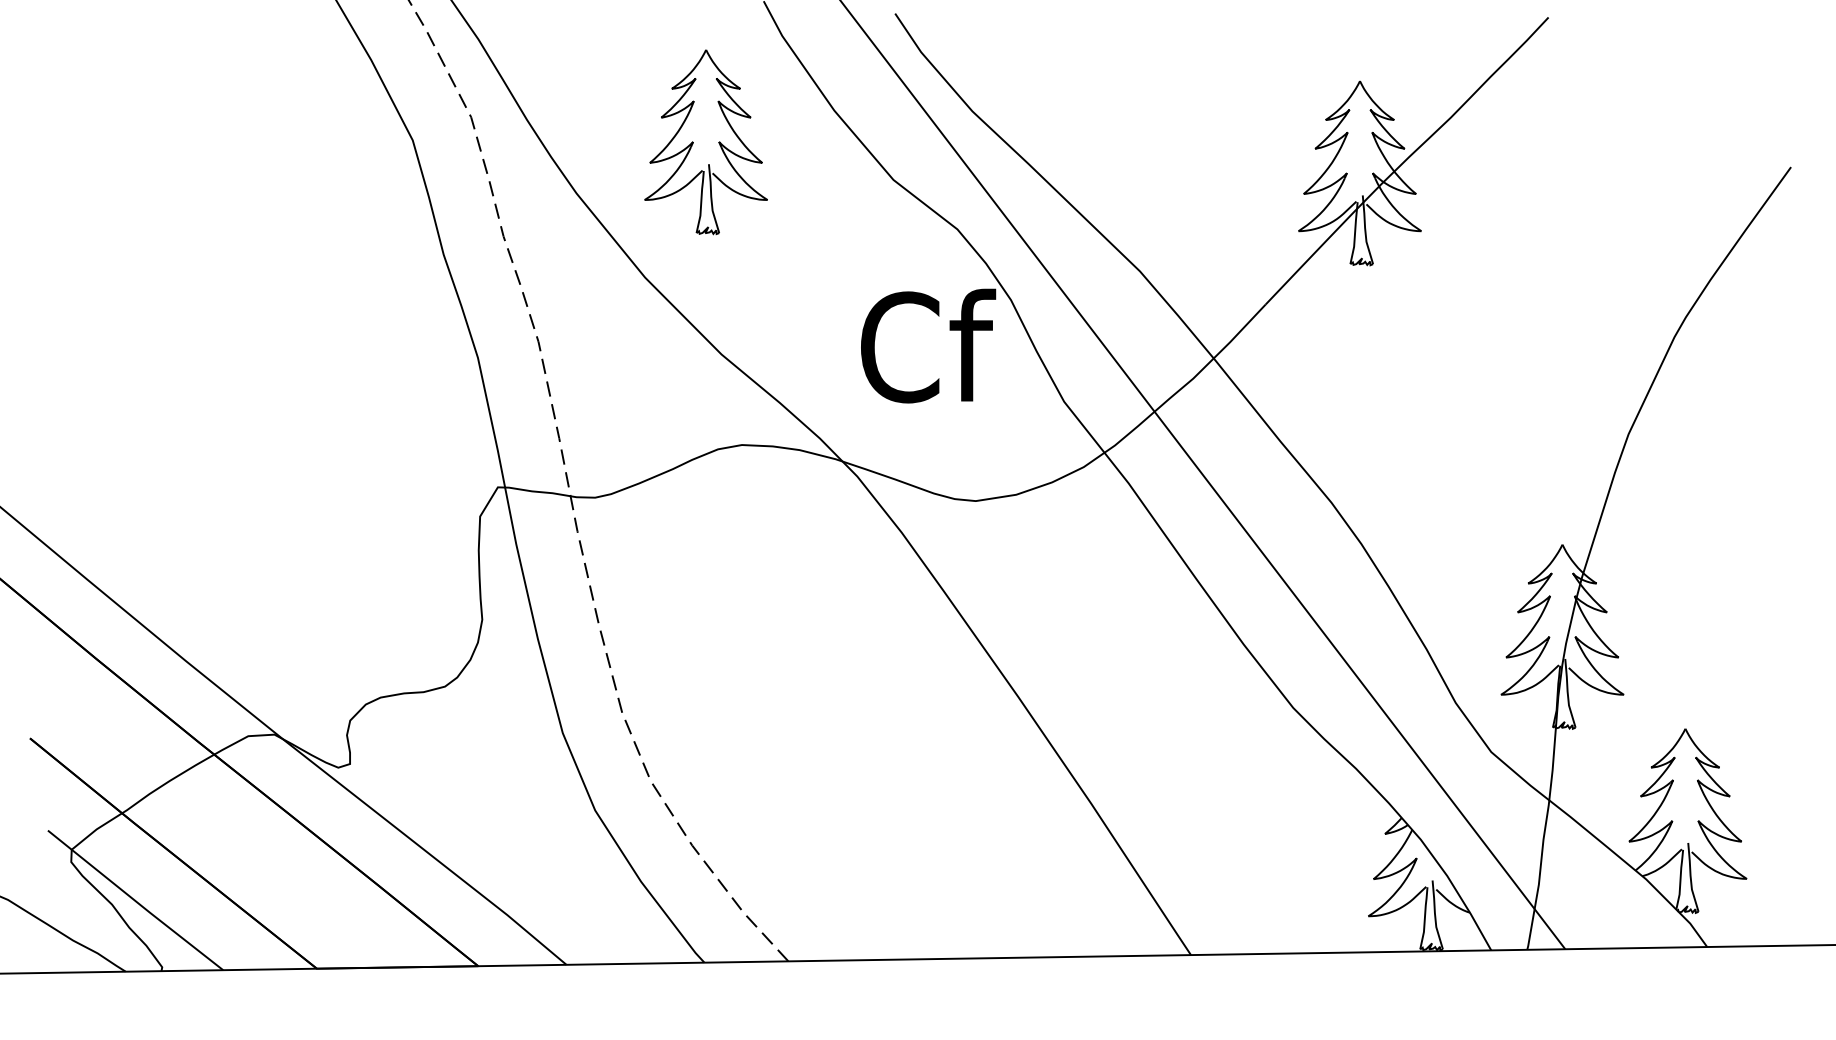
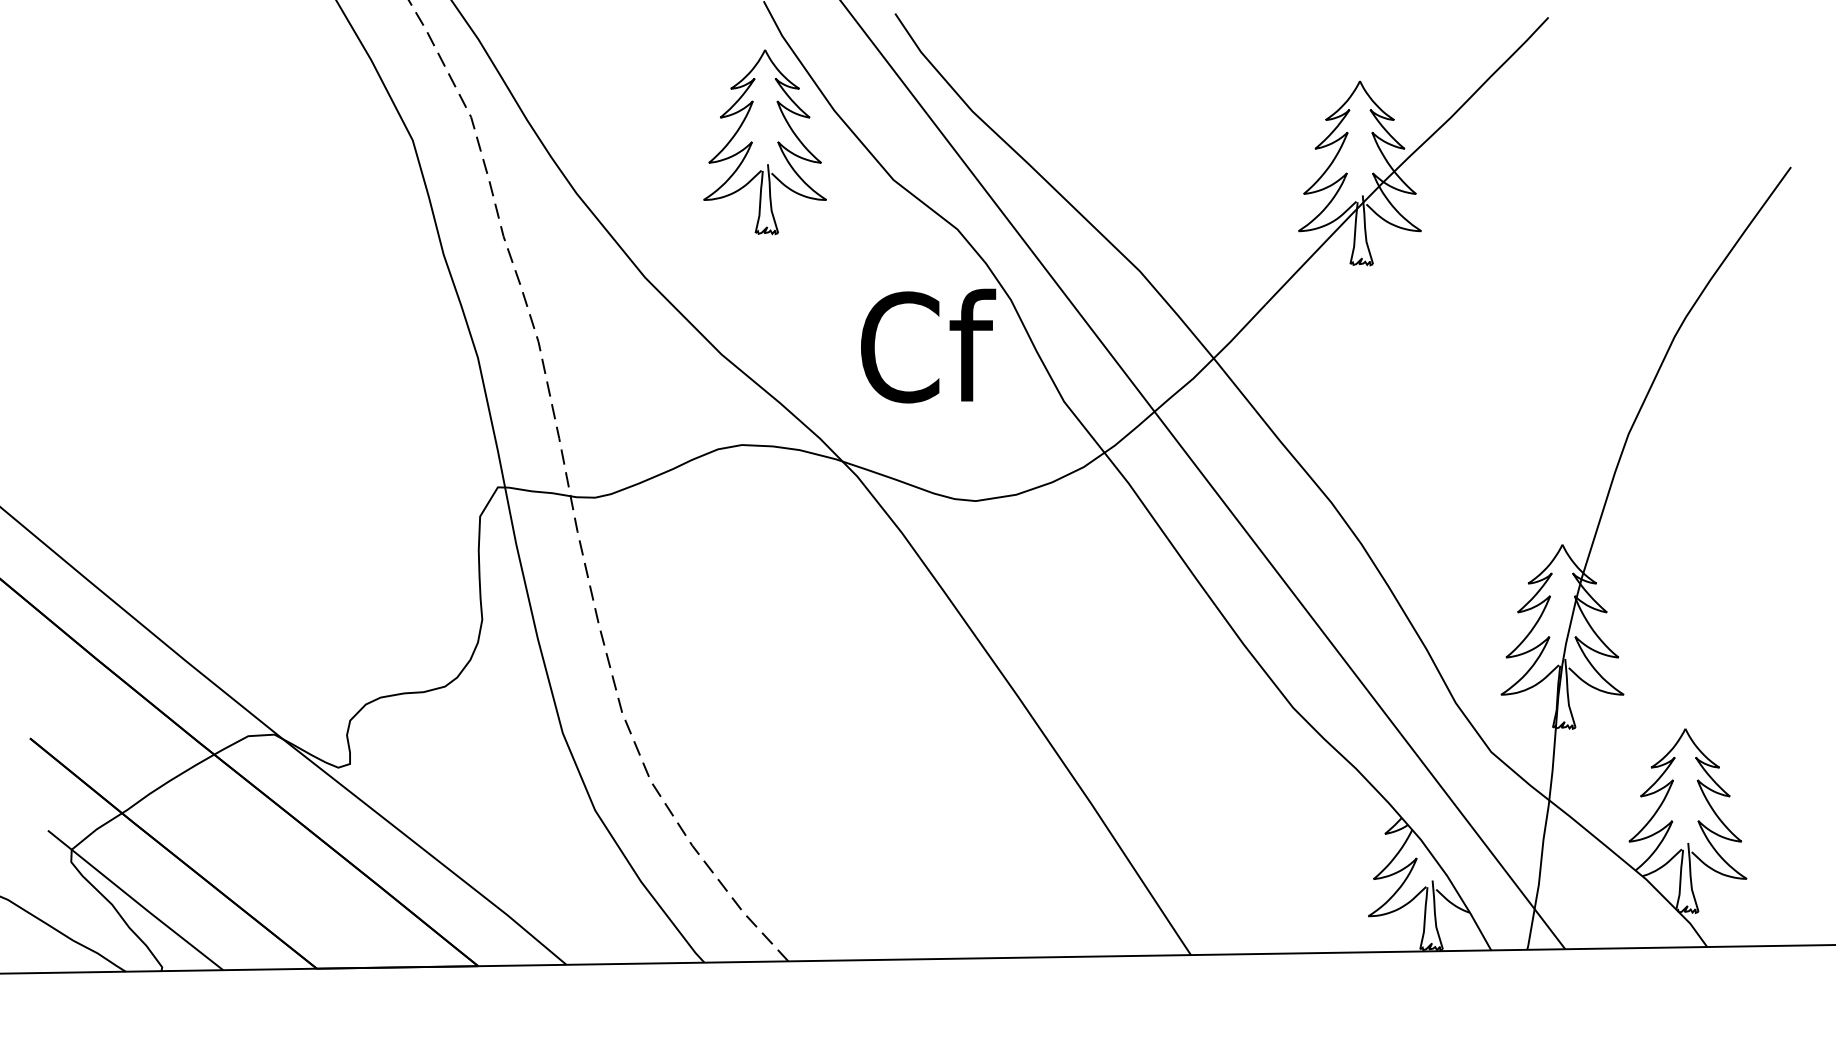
part at (693, 142) position: (693, 142) -> (752, 142)
